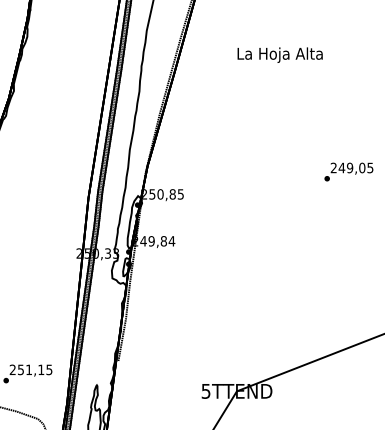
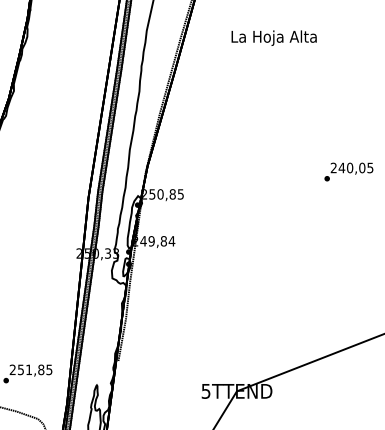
text at (279, 54) position: (279, 54) -> (273, 37)
text at (350, 168): 249,05 -> 240,05
text at (41, 369): 251,15 -> 251,85
